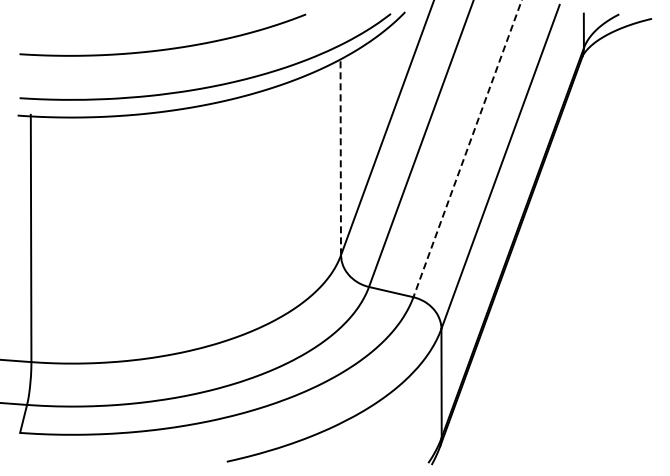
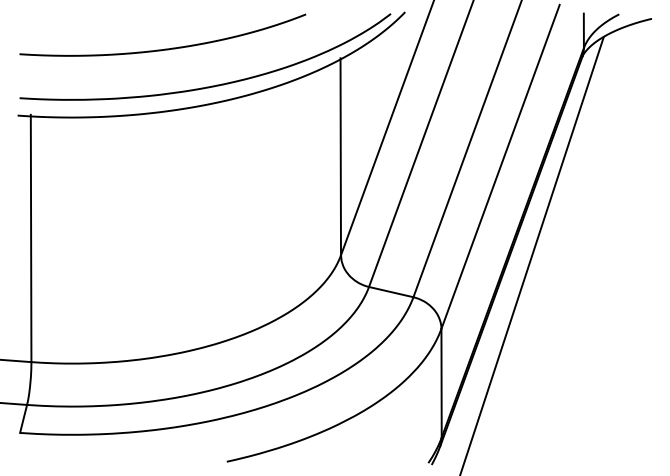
line at (467, 148): dashed -> solid
line at (340, 156): dashed -> solid
line at (532, 254): none -> present
